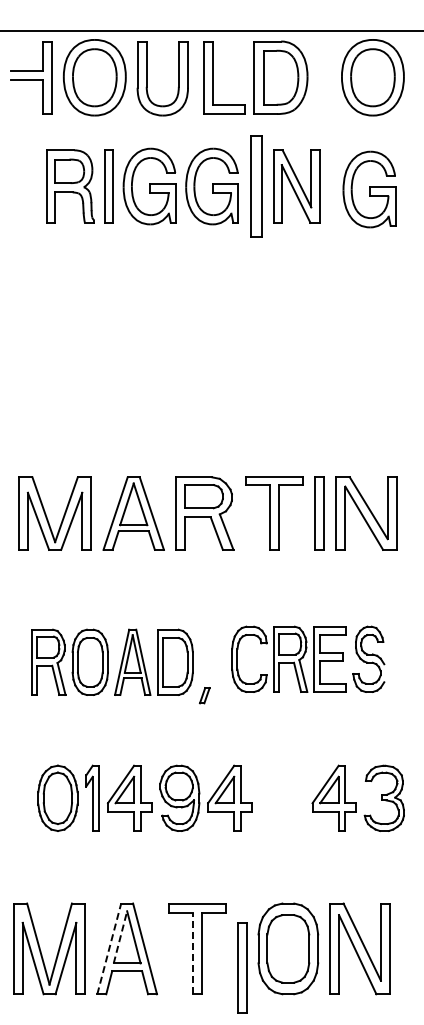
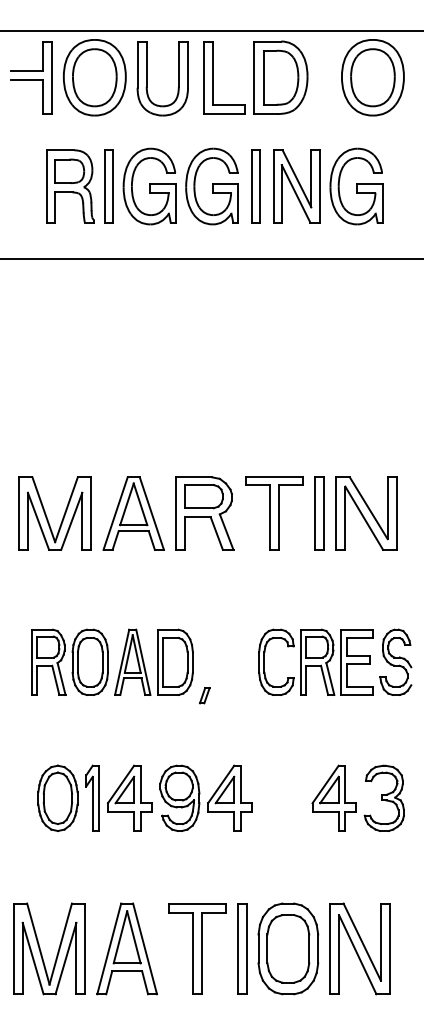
part at (256, 186) size: 13x103 px -> 10x75 px
part at (369, 189) position: (369, 189) -> (356, 186)
line at (211, 259): none -> present
part at (308, 658) position: (308, 658) -> (335, 661)
line at (120, 937): dashed -> solid
line at (109, 948): dashed -> solid
line at (192, 953): dashed -> solid
part at (242, 967) position: (242, 967) -> (242, 948)
